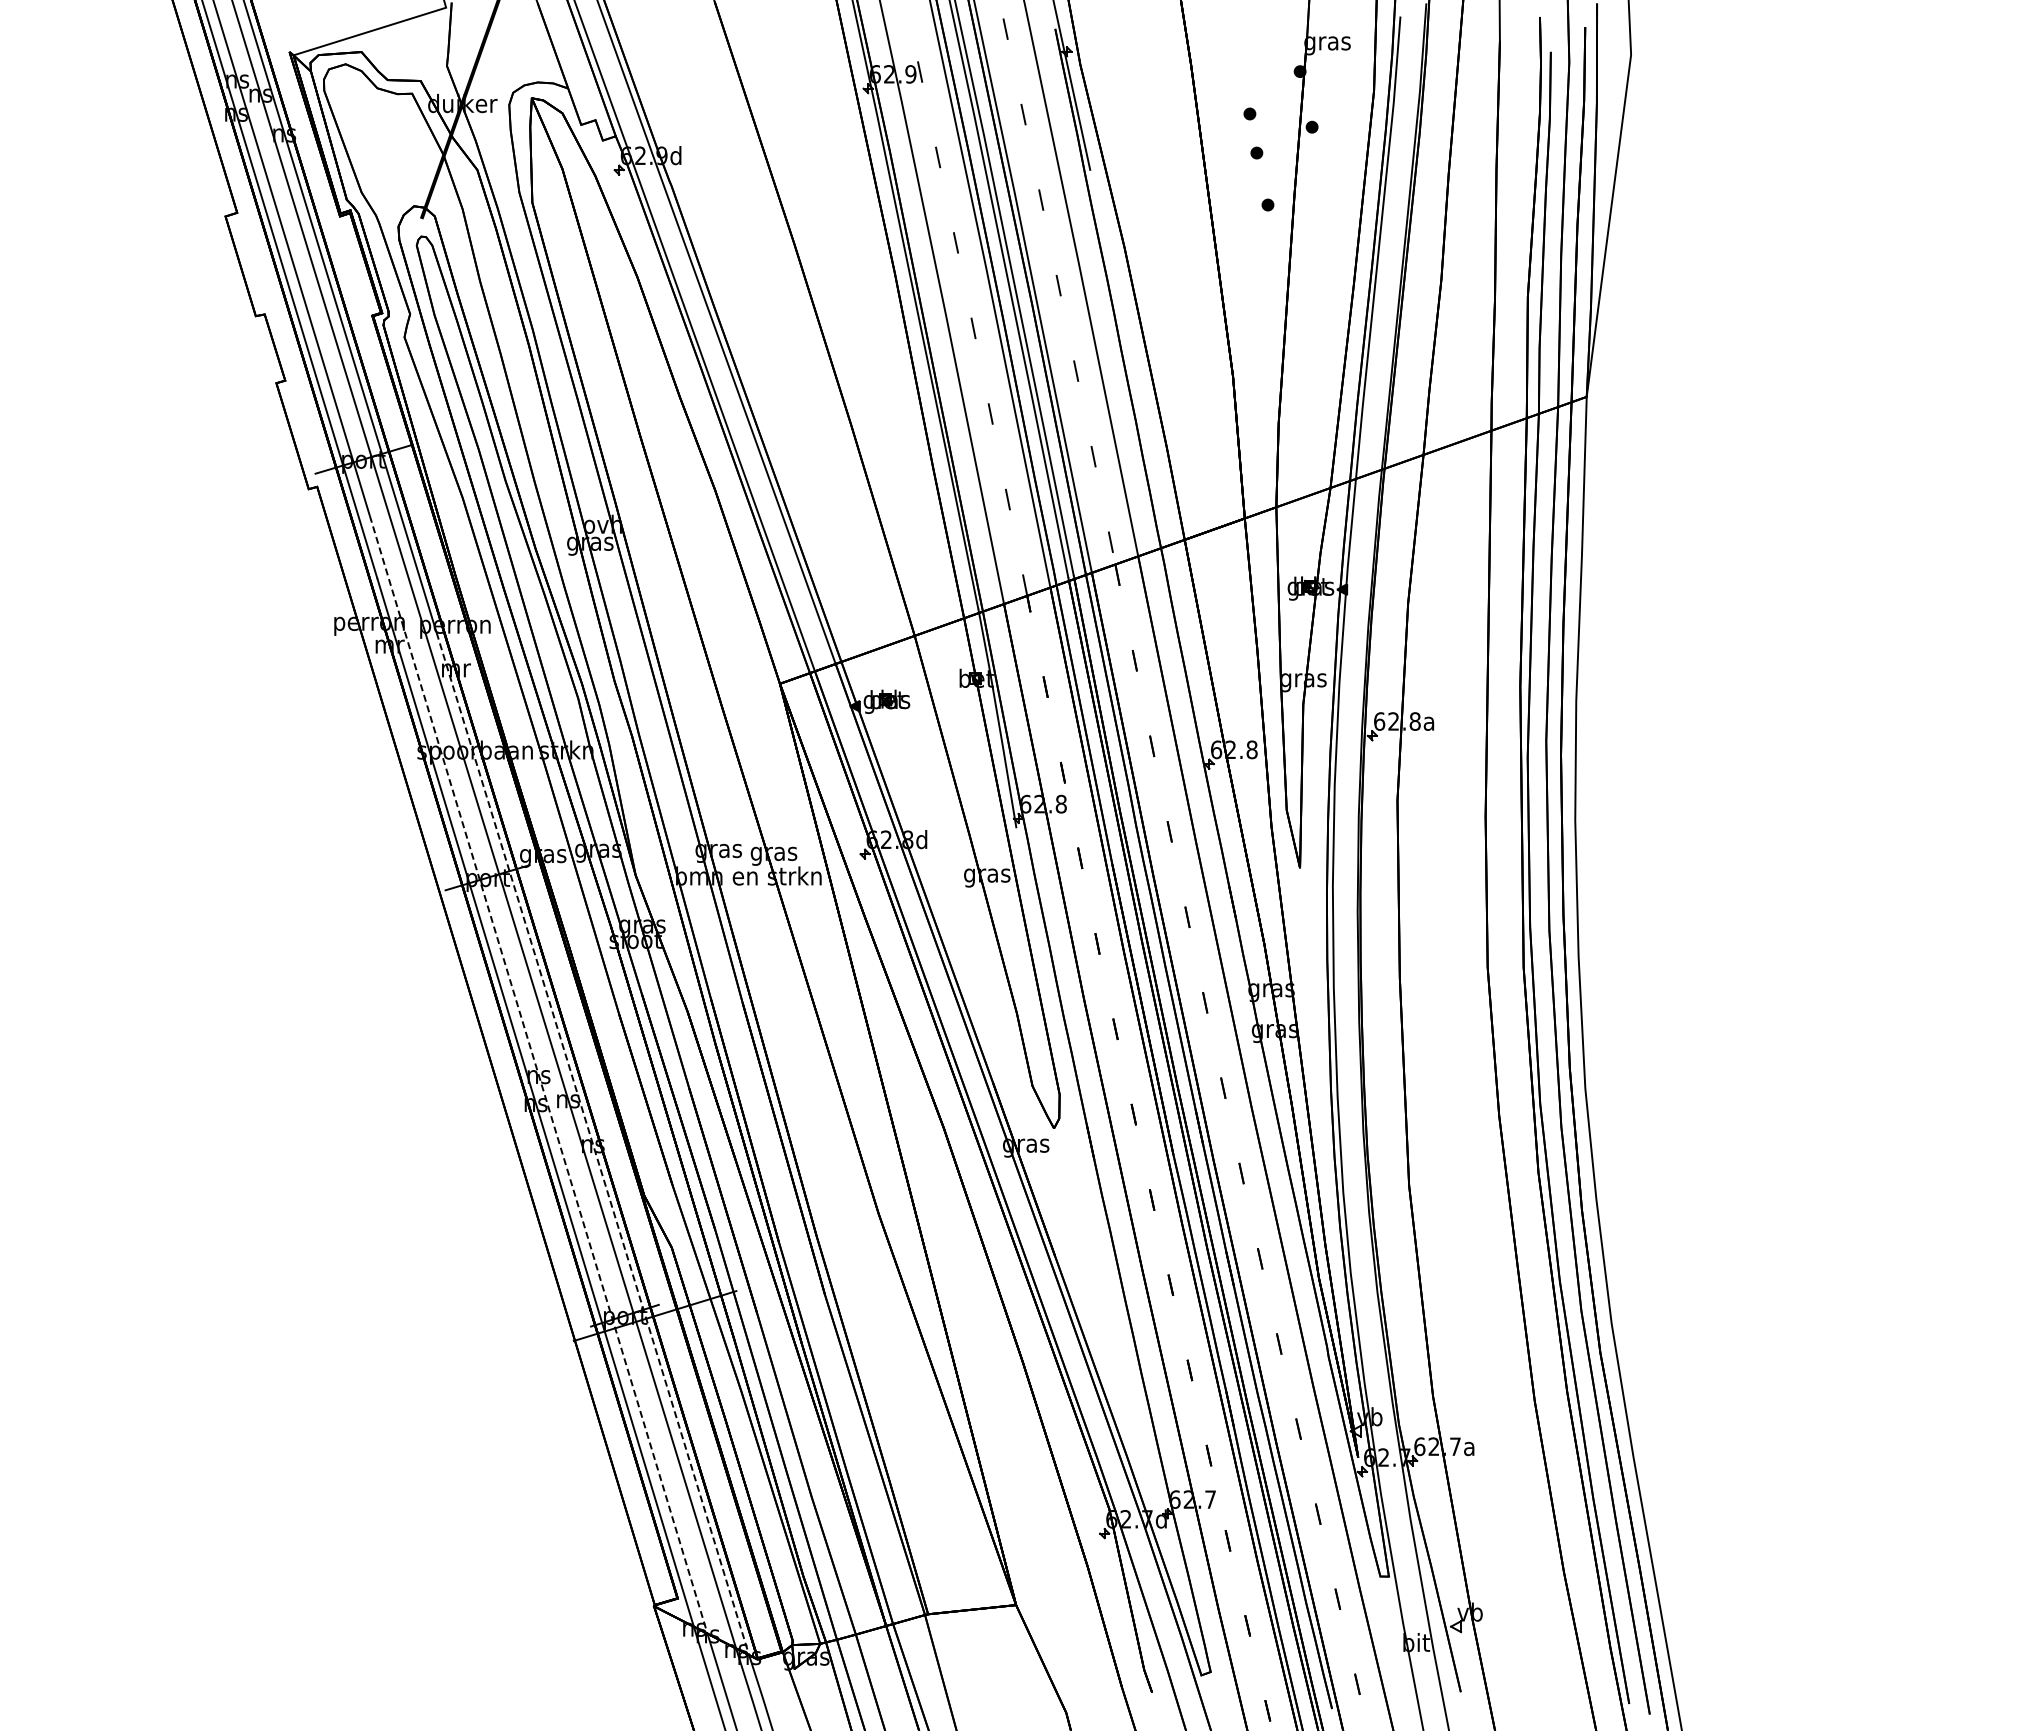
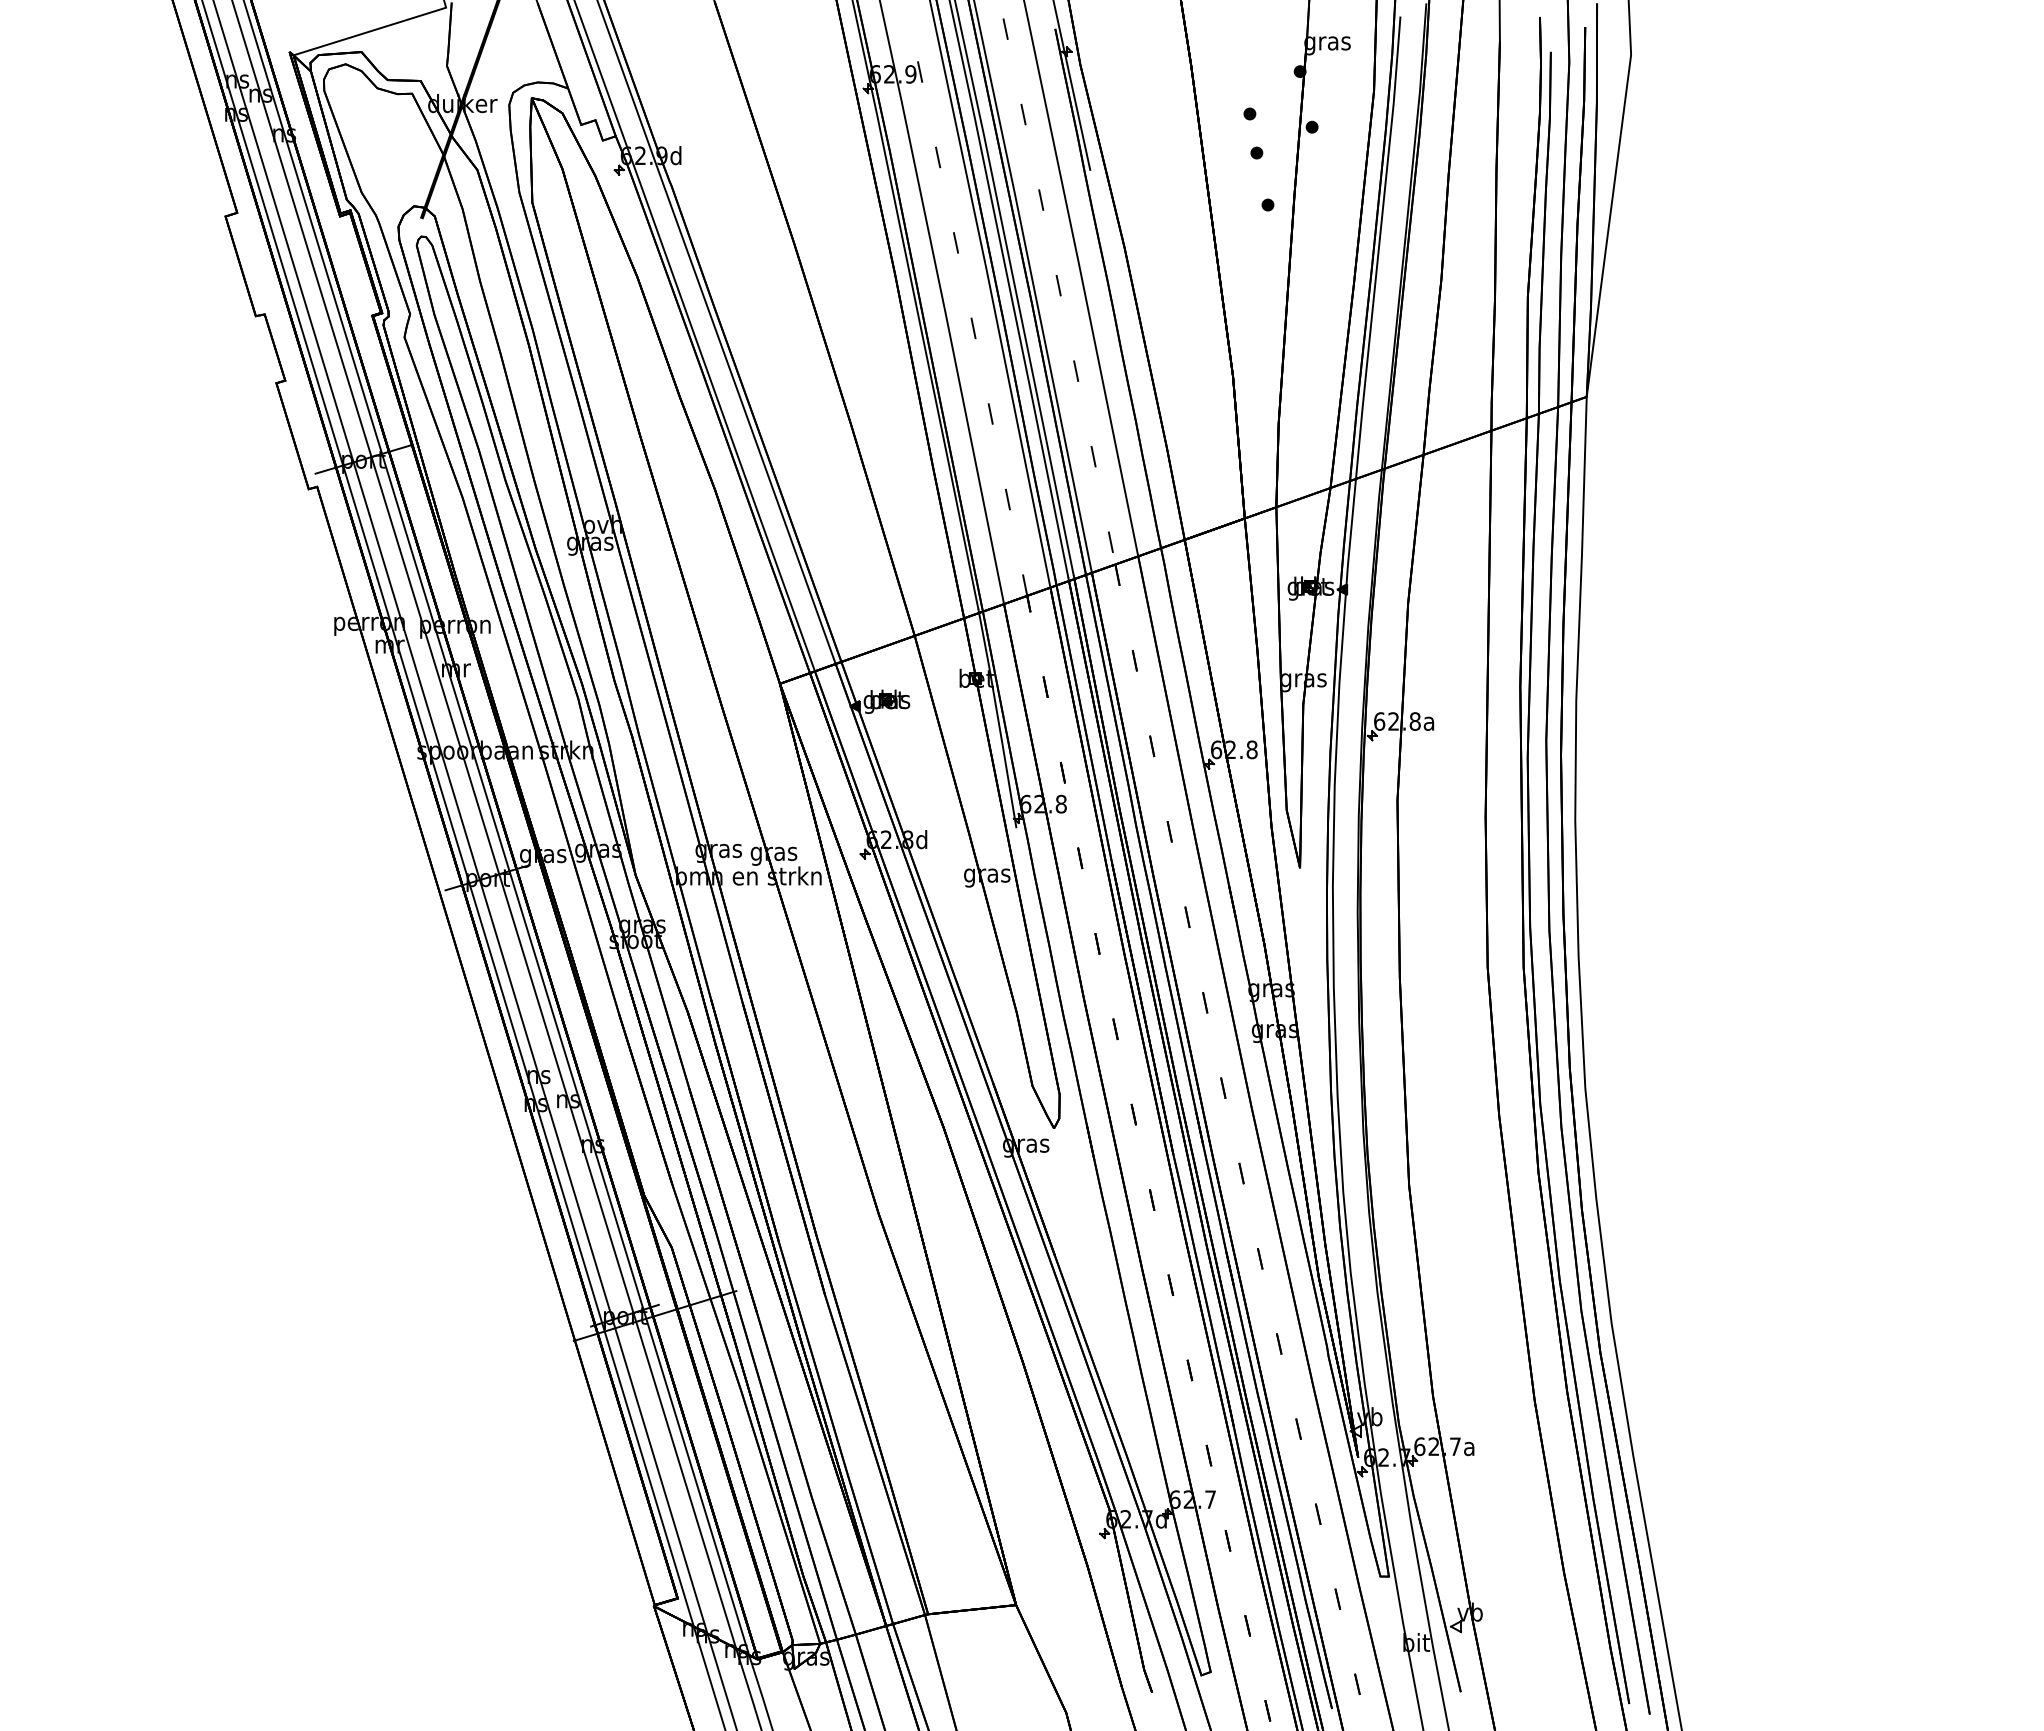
line at (538, 1074): dashed -> solid
line at (593, 1144): dashed -> solid
